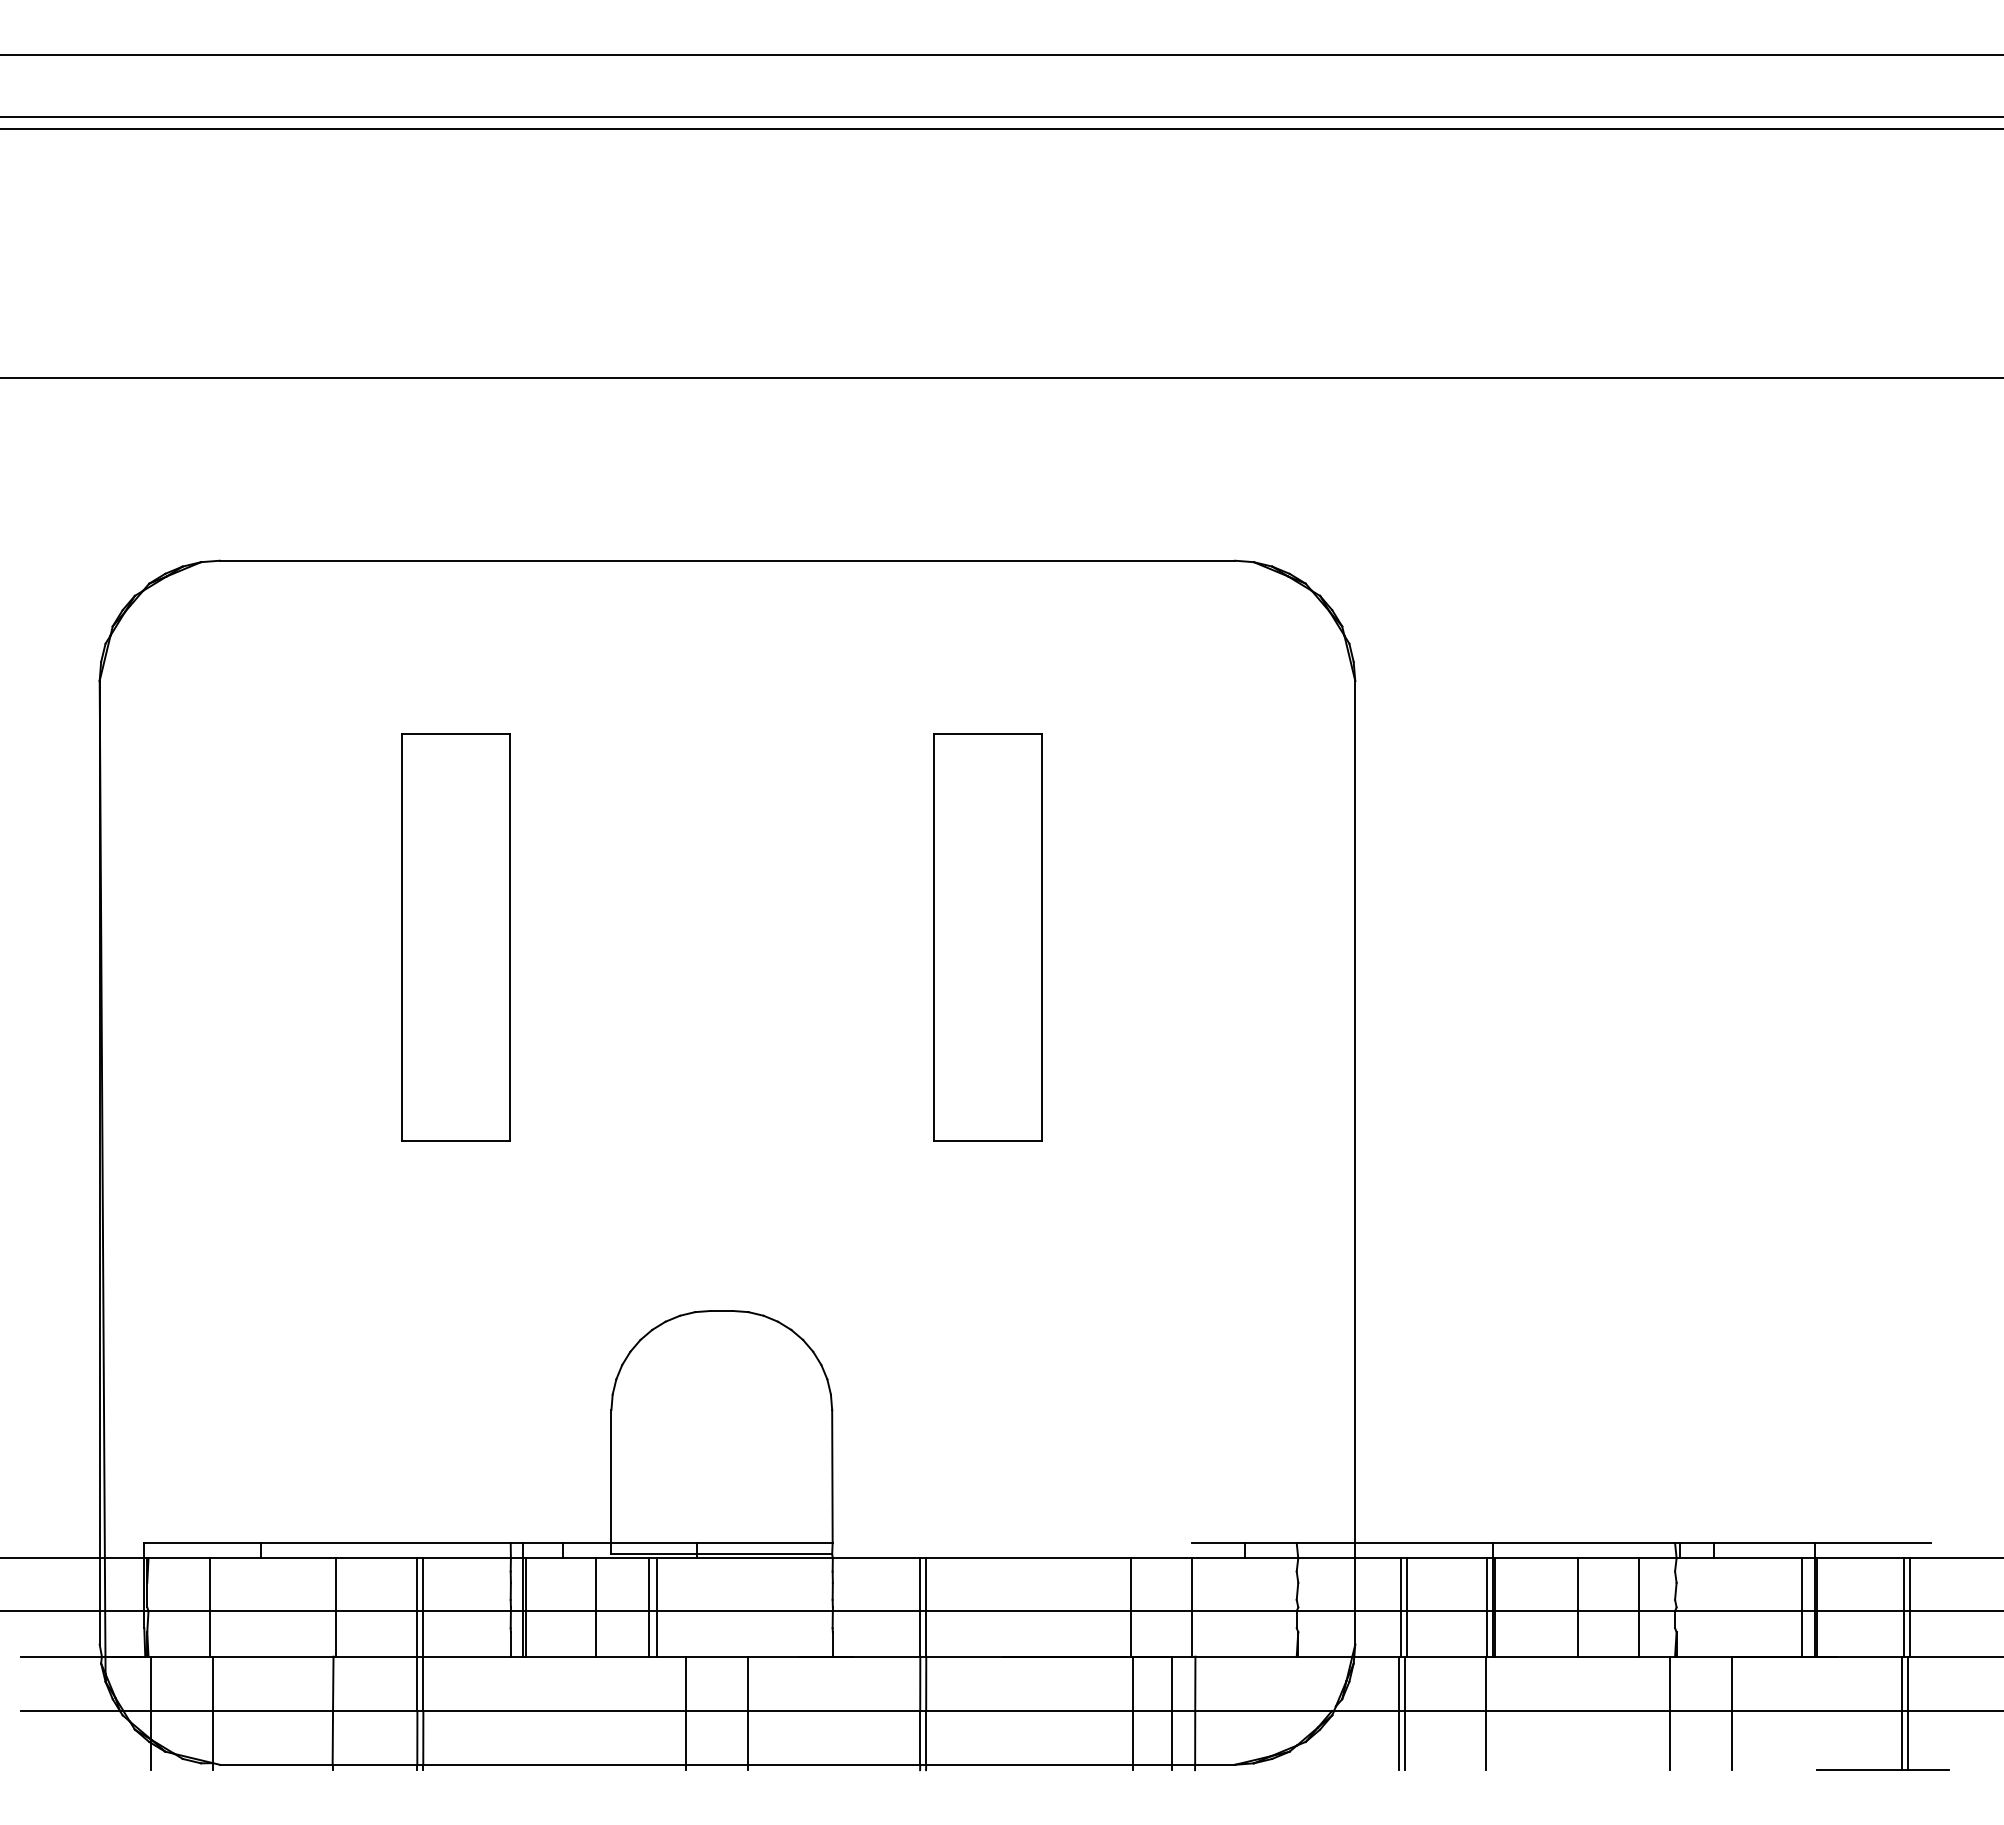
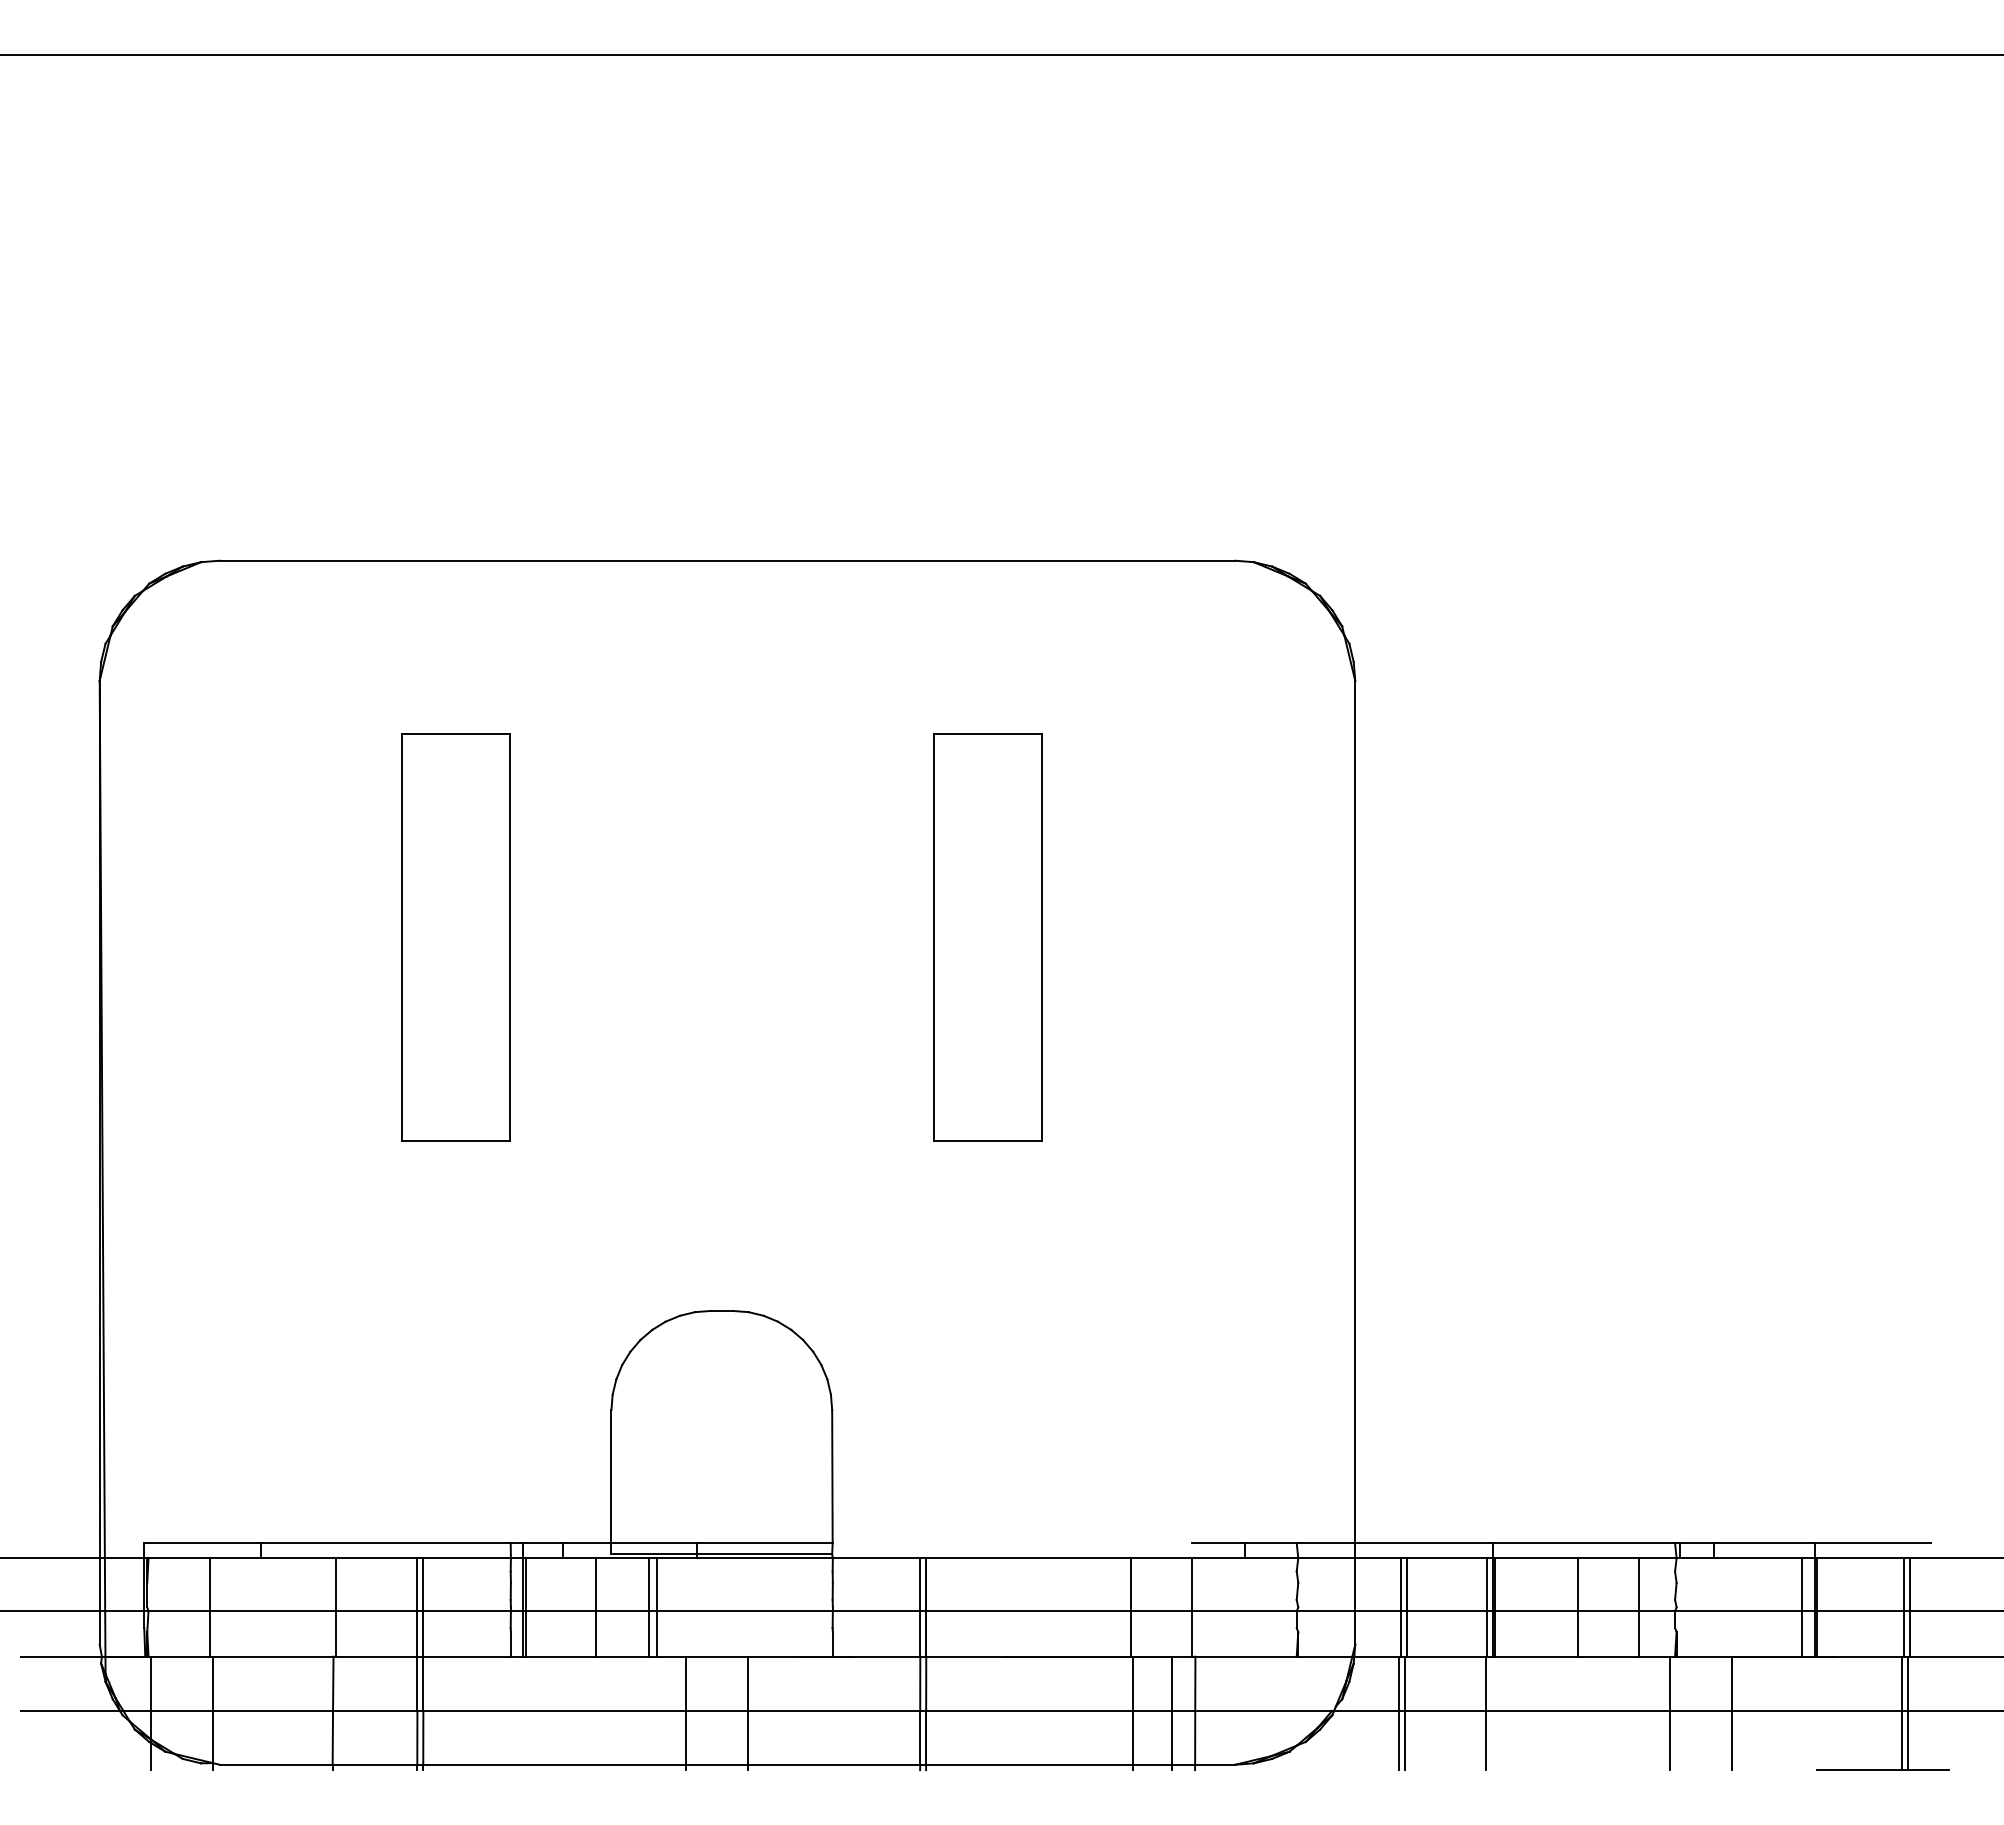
line at (1001, 117): present -> none
line at (1001, 128): present -> none
line at (1001, 378): present -> none
